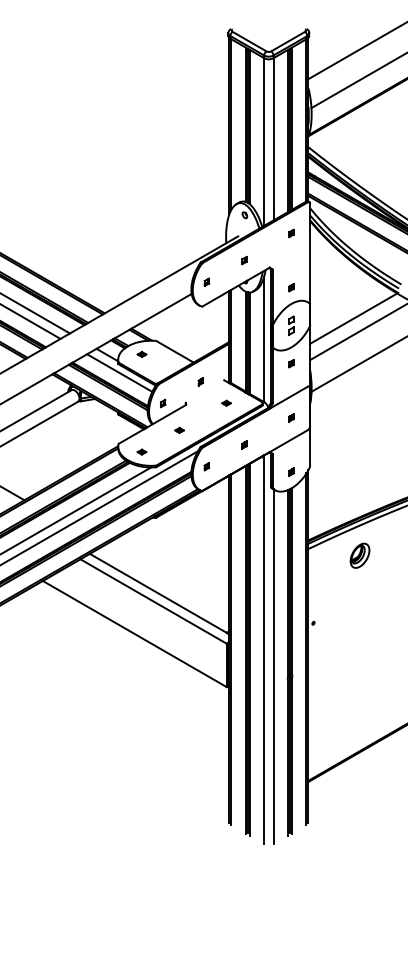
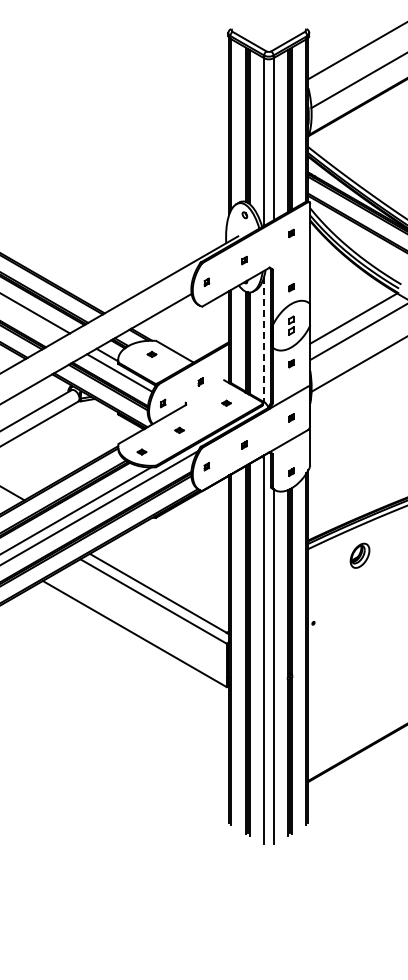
line at (31, 321): present -> none
line at (264, 339): solid -> dashed
part at (141, 354) position: (141, 354) -> (151, 354)
